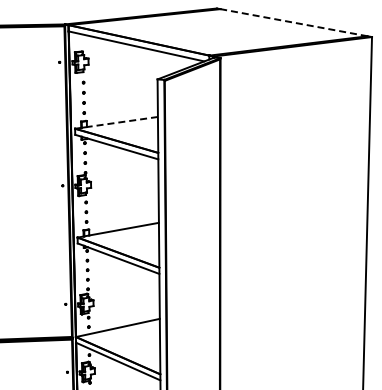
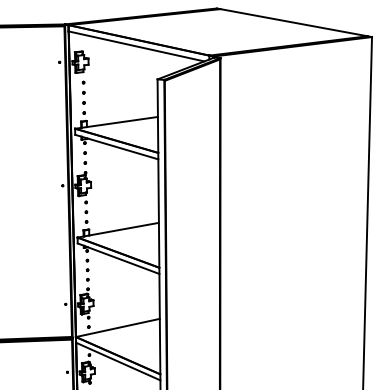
line at (294, 22): dashed -> solid
line at (122, 122): dashed -> solid
